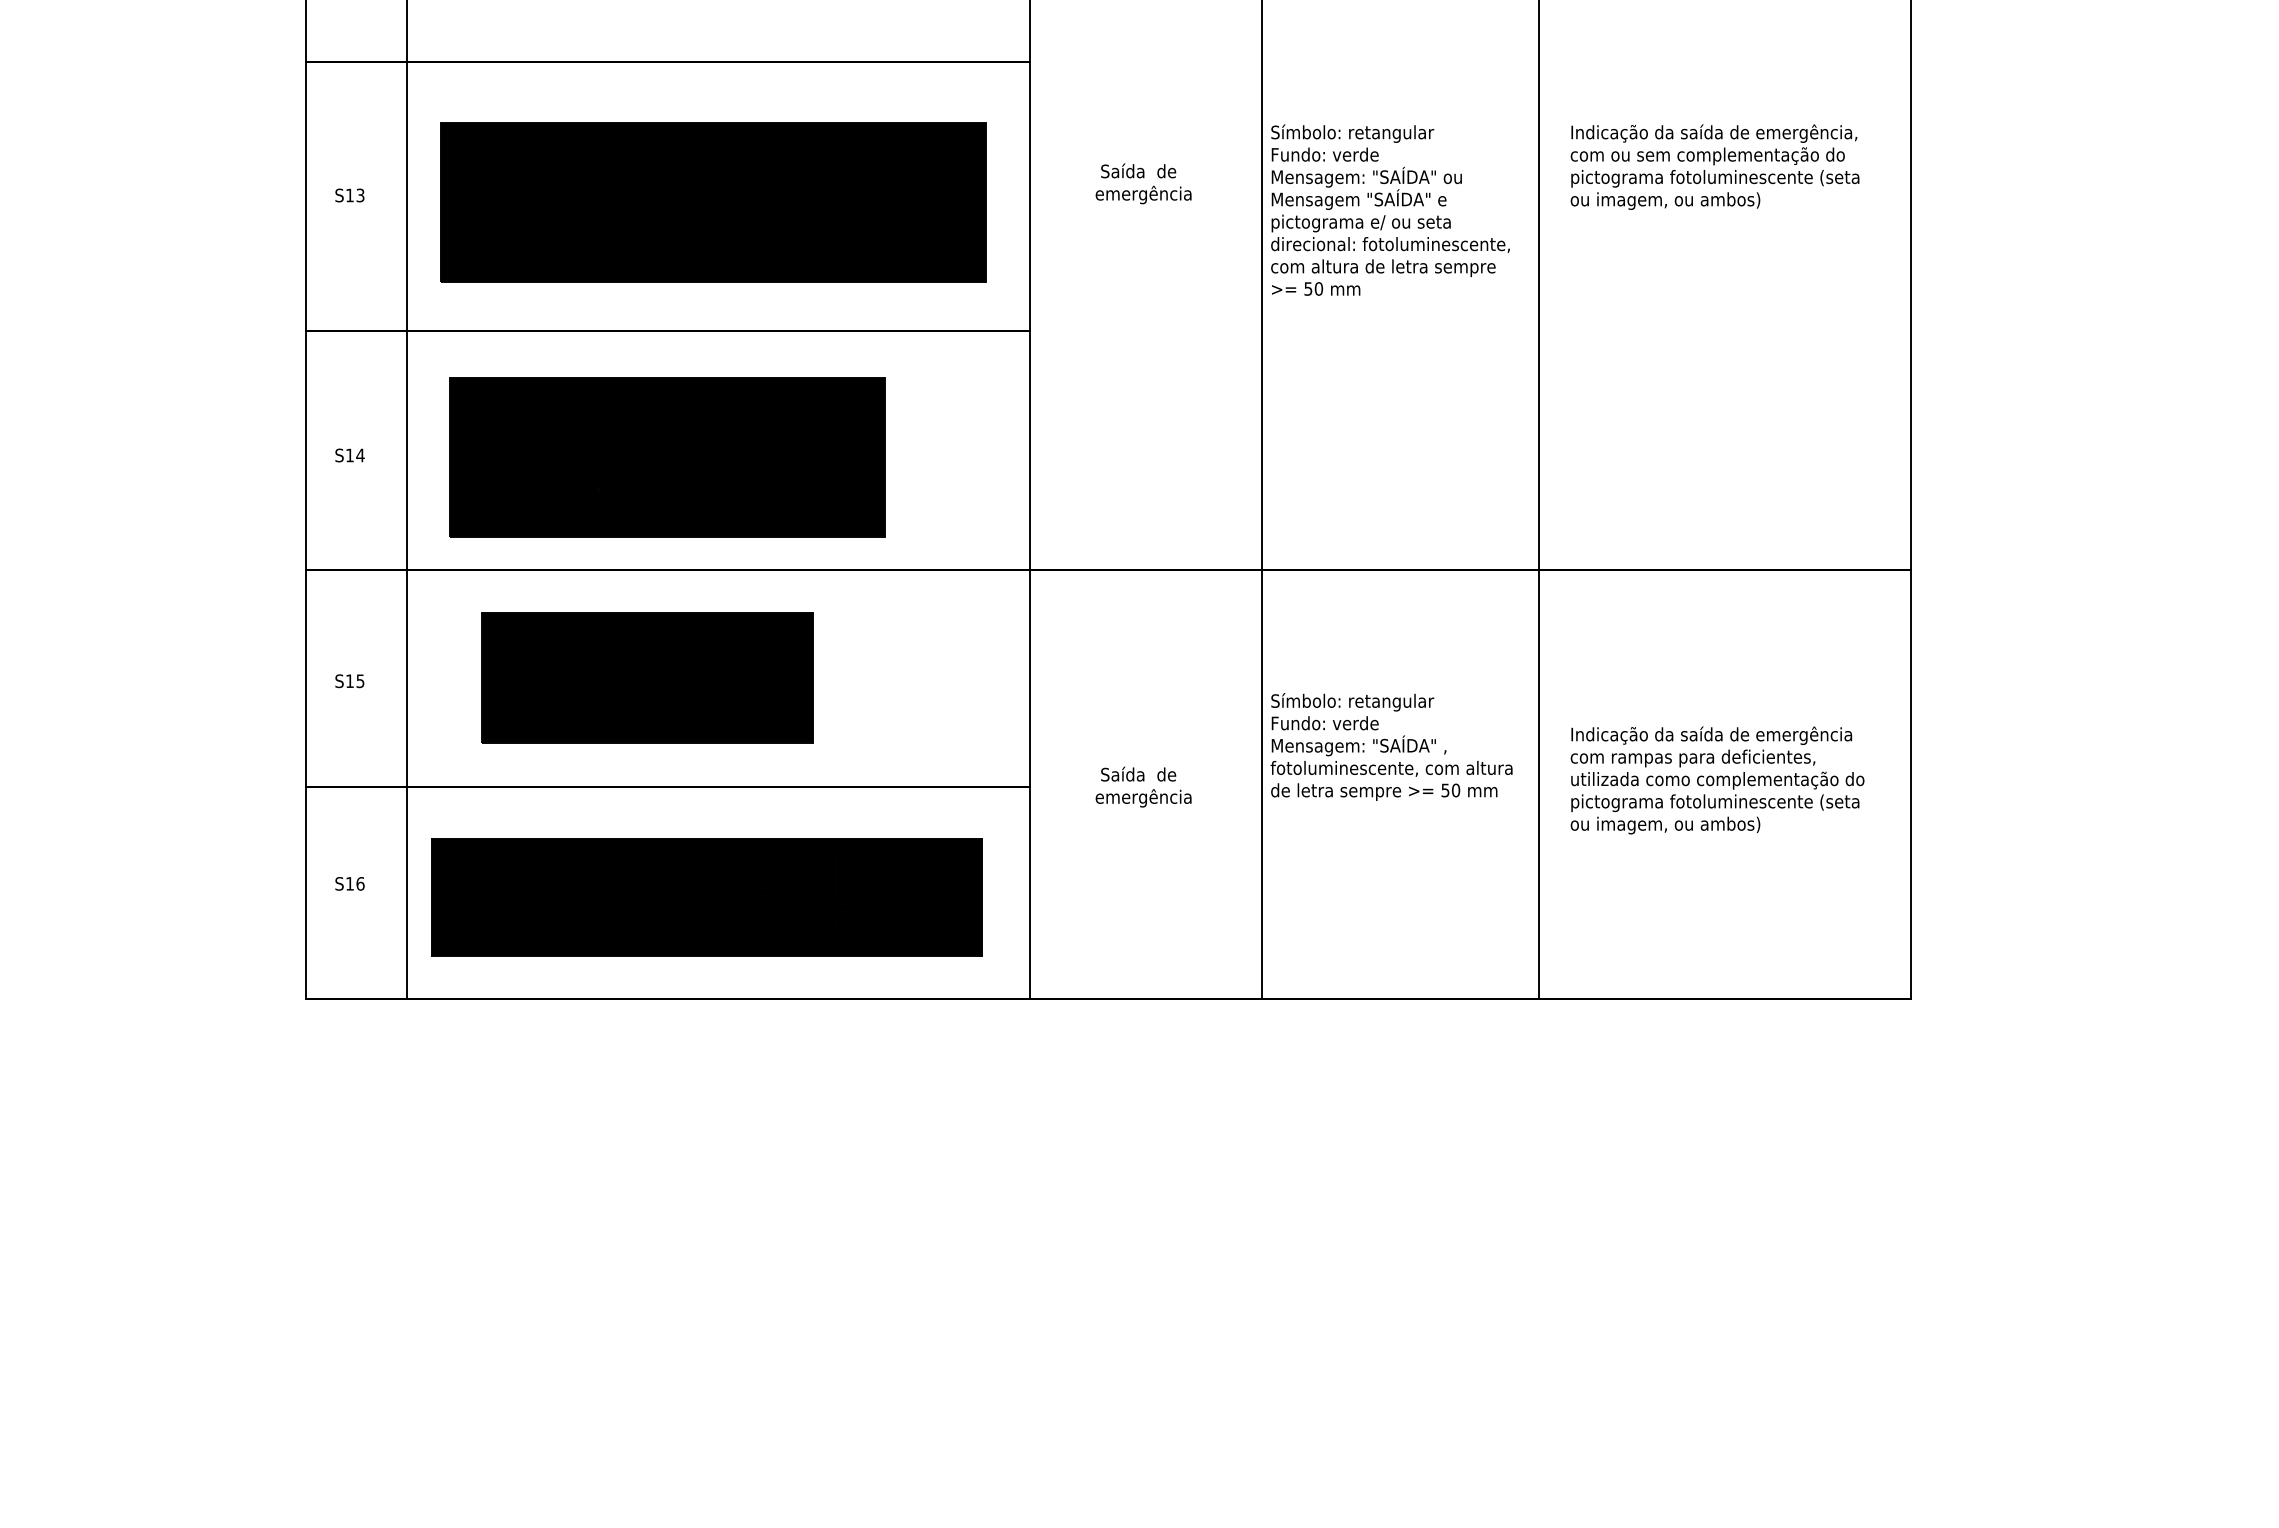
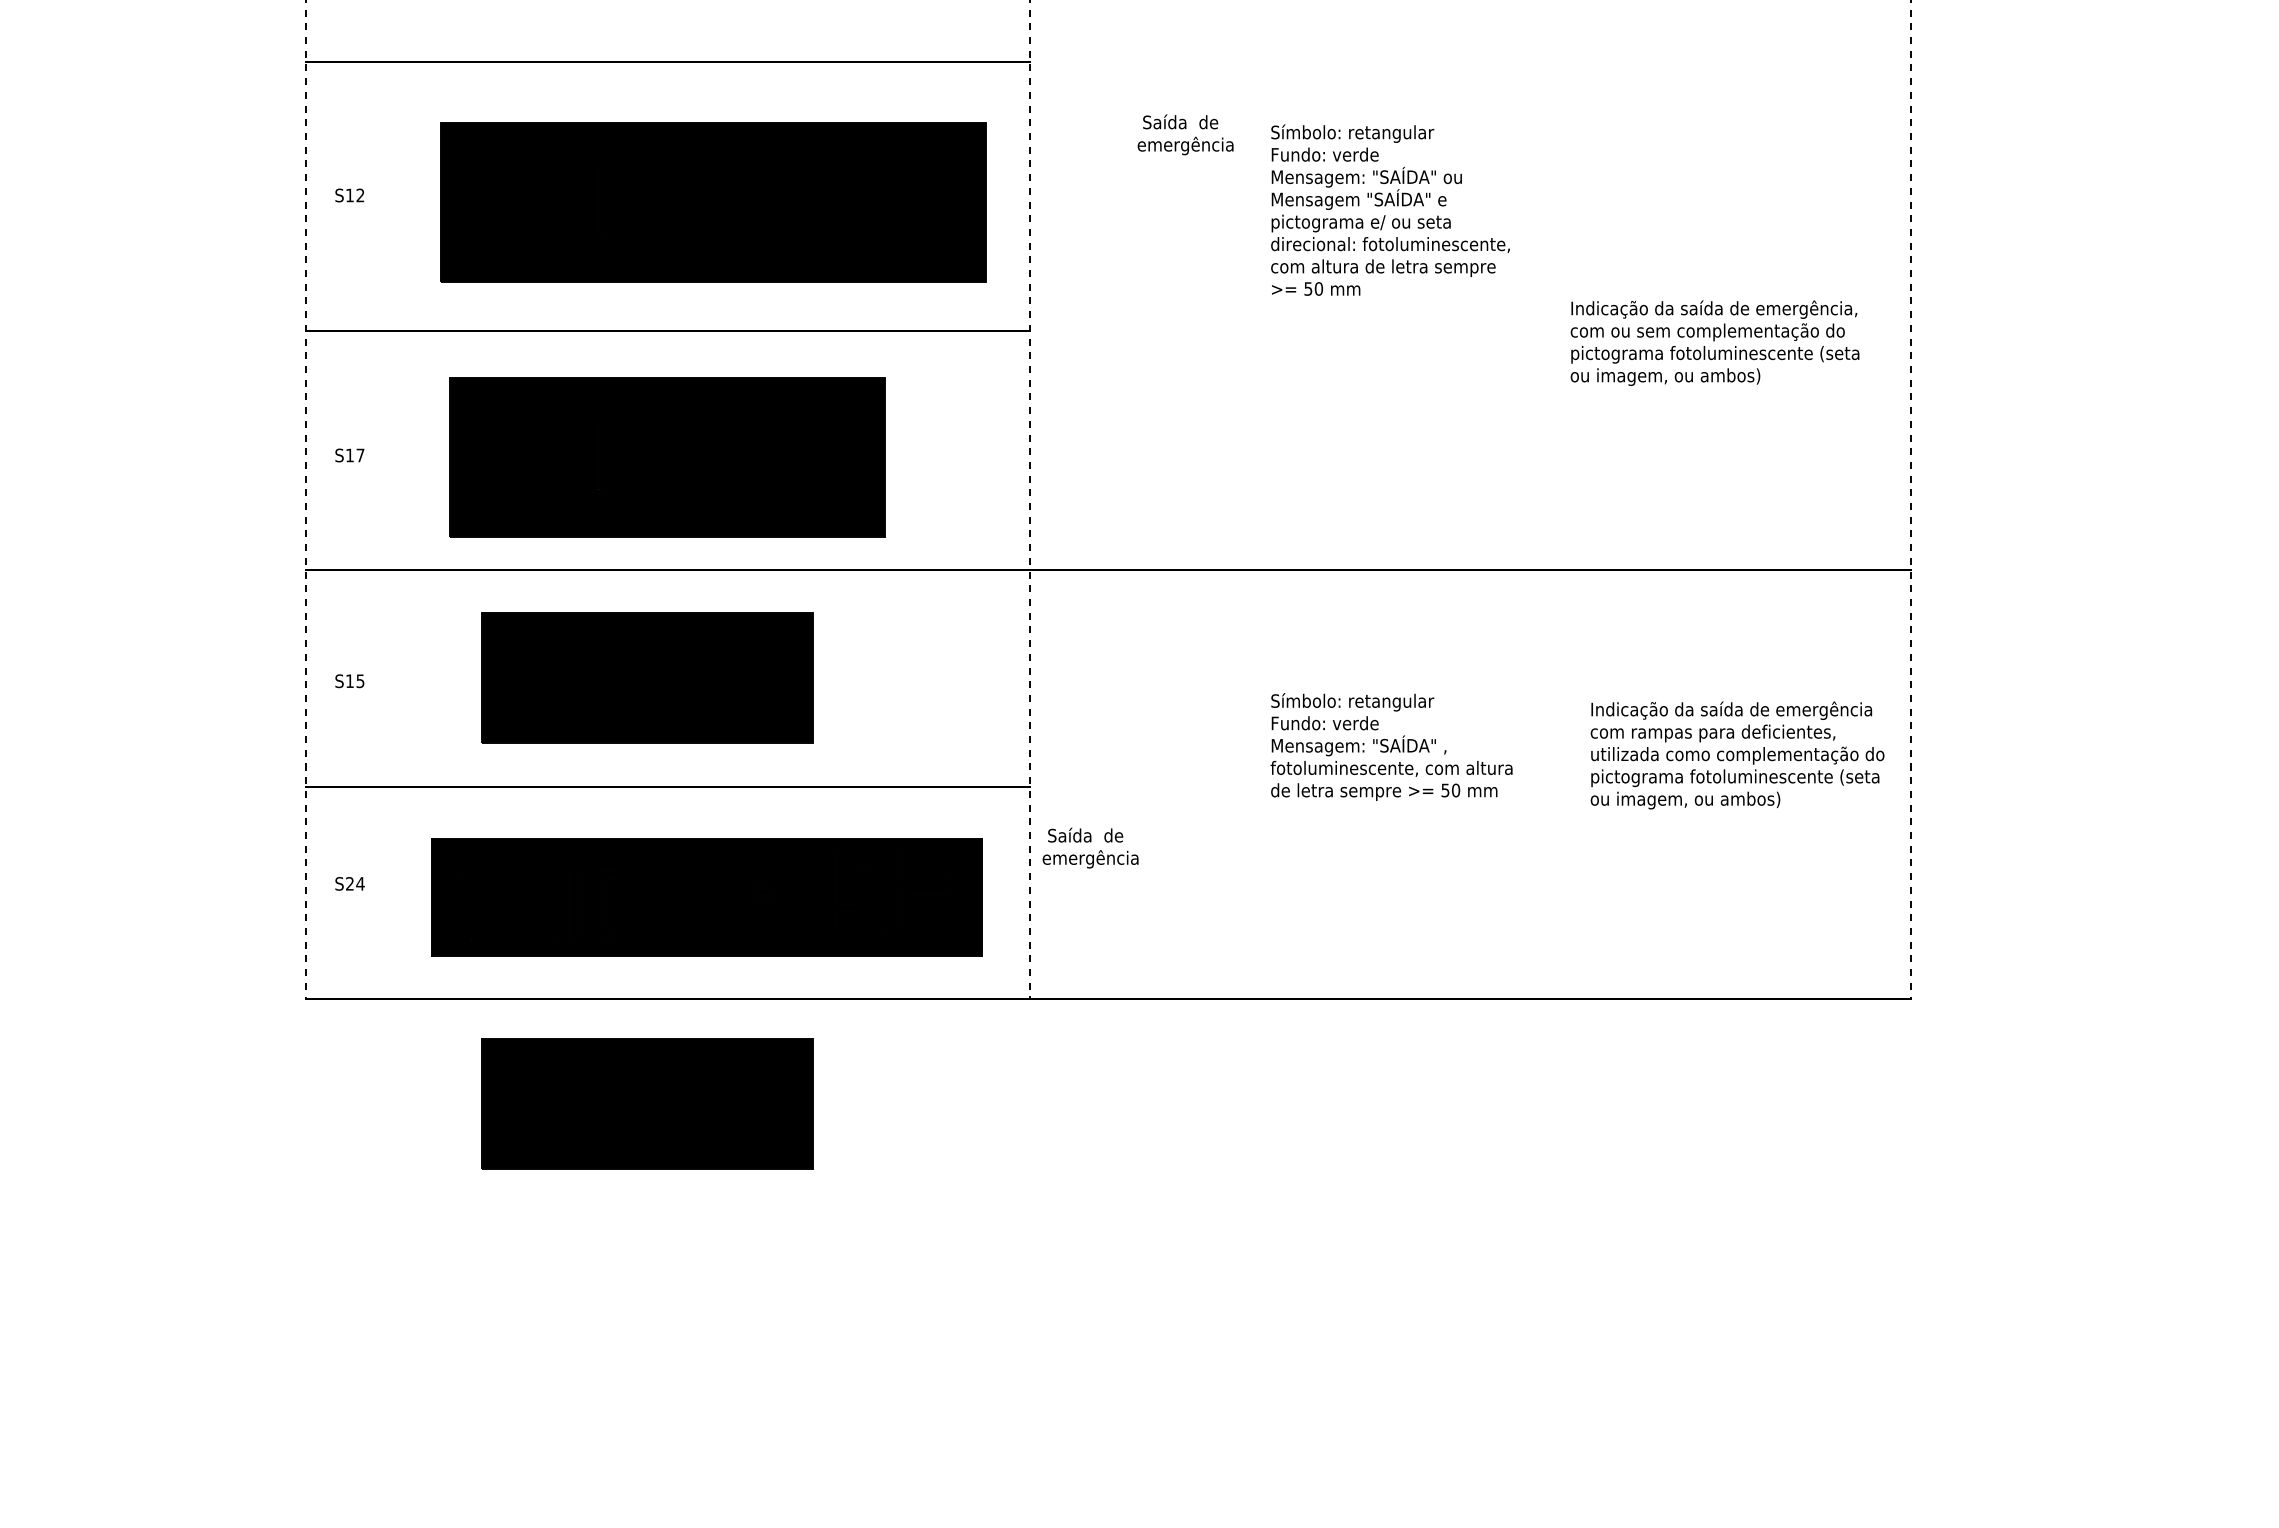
text at (1714, 166) position: (1714, 166) -> (1714, 342)
text at (1143, 183) position: (1143, 183) -> (1185, 134)
text at (360, 195): S13 -> S12
text at (360, 455): S14 -> S17
line at (306, 499): solid -> dashed
line at (1030, 499): solid -> dashed
line at (1910, 499): solid -> dashed
line at (406, 500): present -> none
line at (1261, 500): present -> none
line at (1539, 500): present -> none
text at (1717, 780) position: (1717, 780) -> (1737, 755)
text at (1143, 786) position: (1143, 786) -> (1090, 847)
text at (355, 883): S16 -> S24
part at (647, 1103): none -> present
